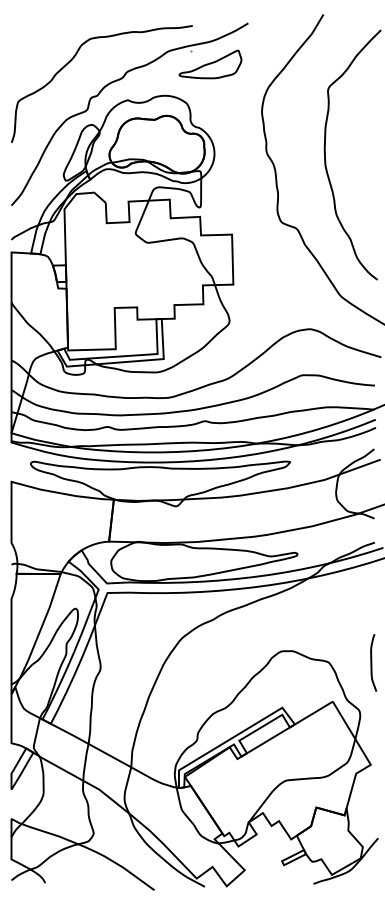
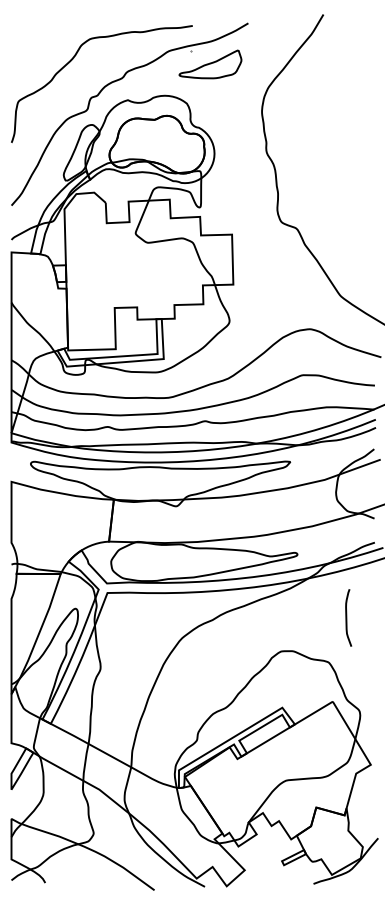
curve at (326, 160): present -> none
curve at (372, 662) position: (372, 662) -> (347, 617)
